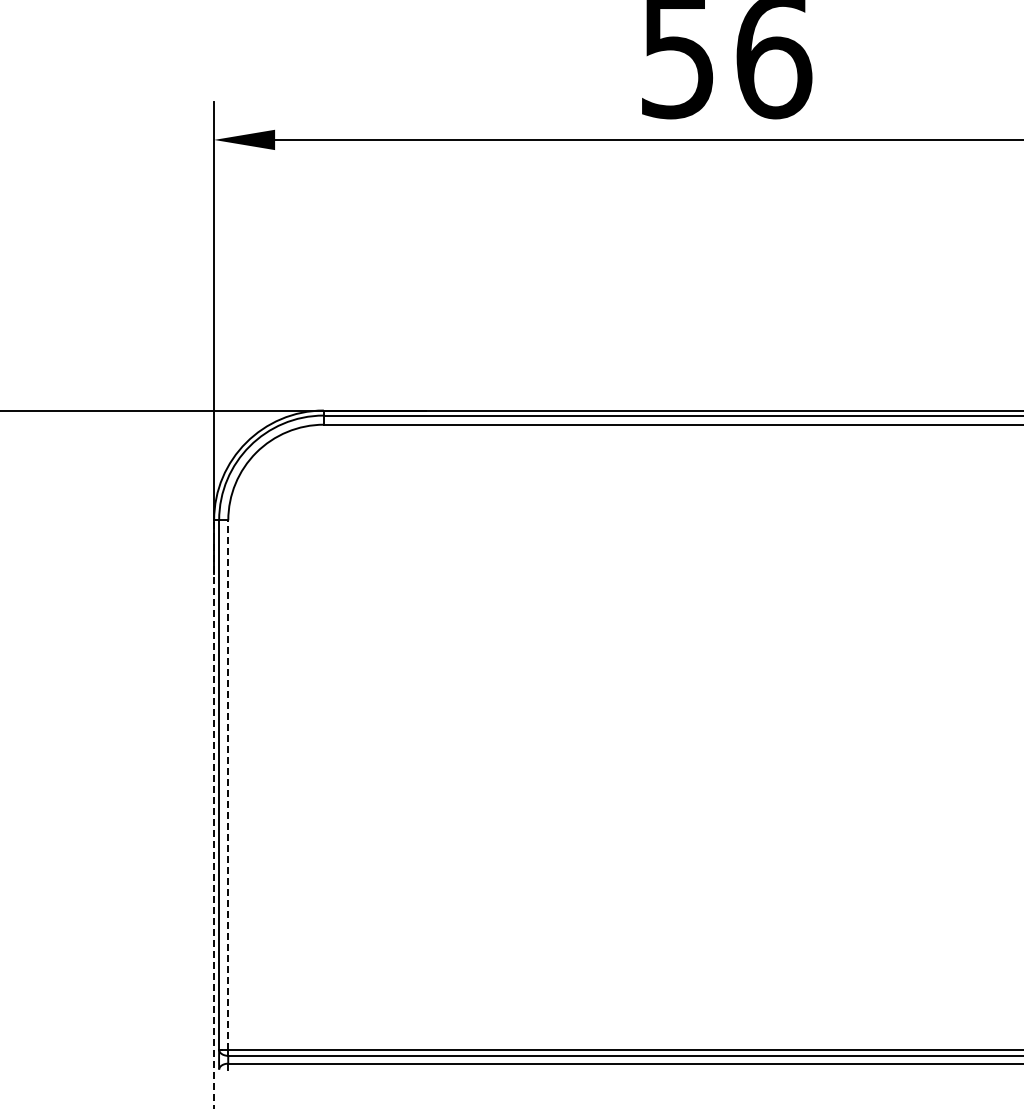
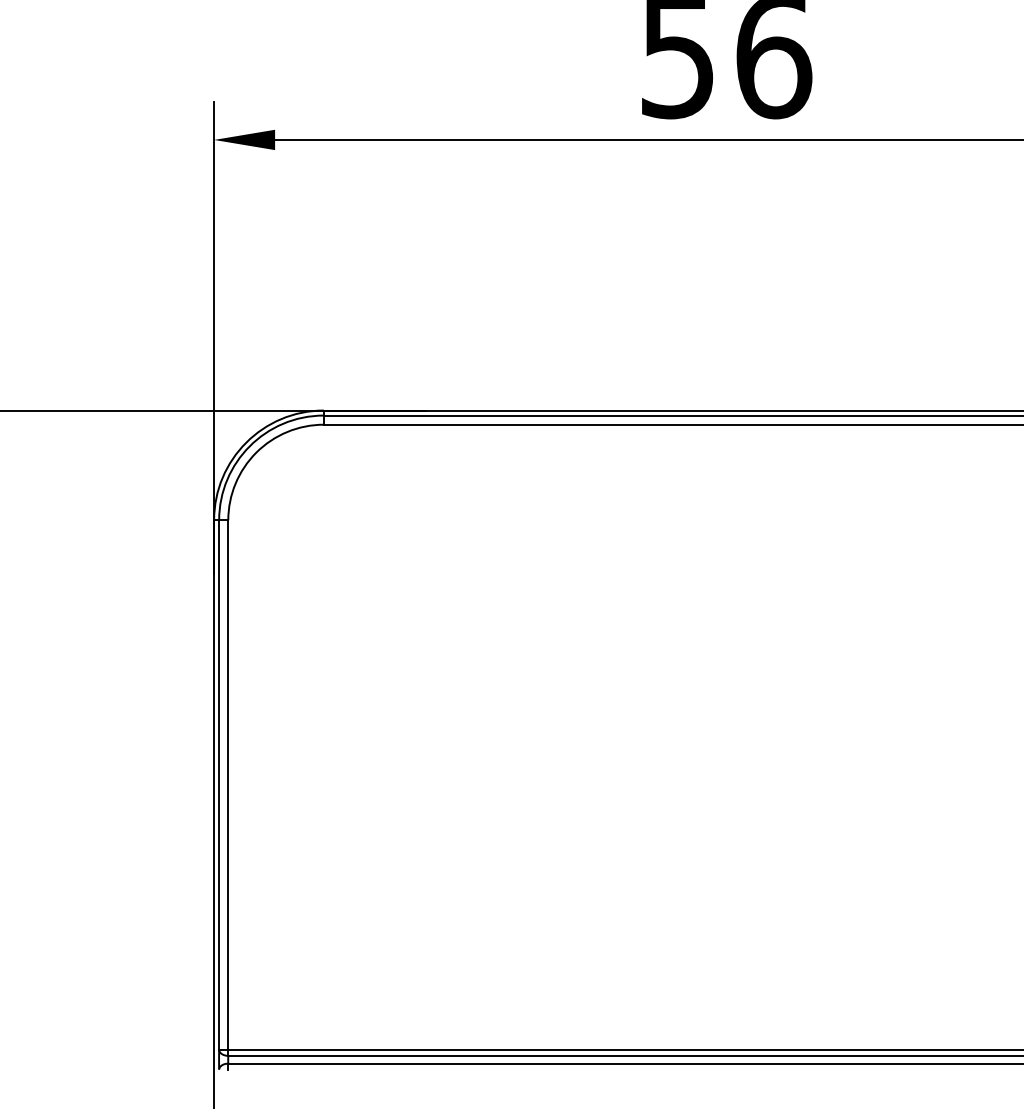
line at (228, 785): dashed -> solid
line at (214, 814): dashed -> solid
